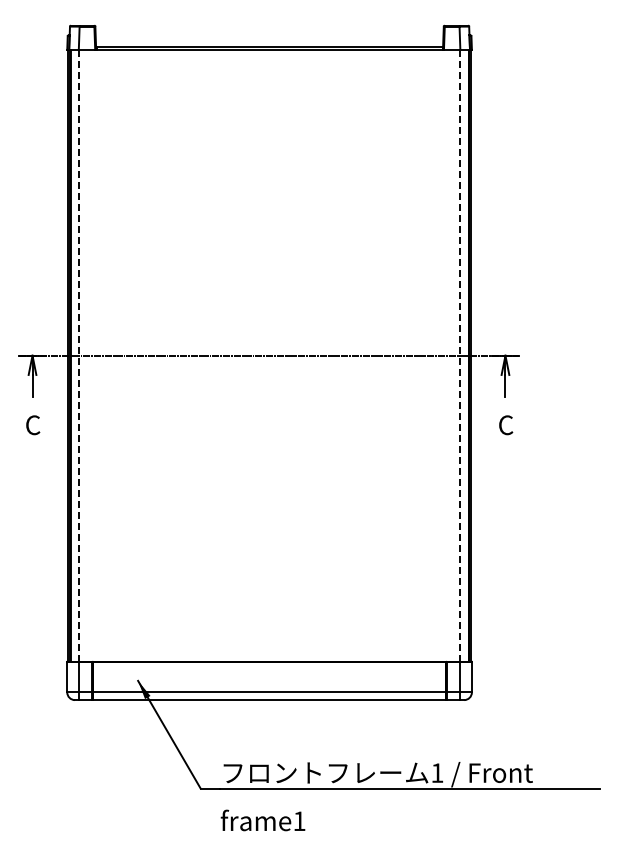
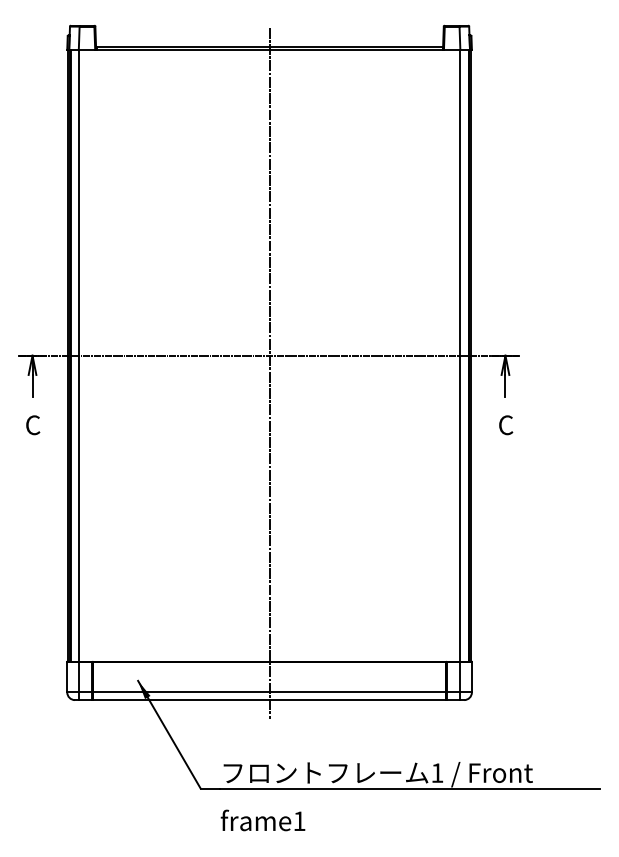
line at (79, 355): dashed -> solid
line at (459, 355): dashed -> solid
line at (269, 373): none -> present
